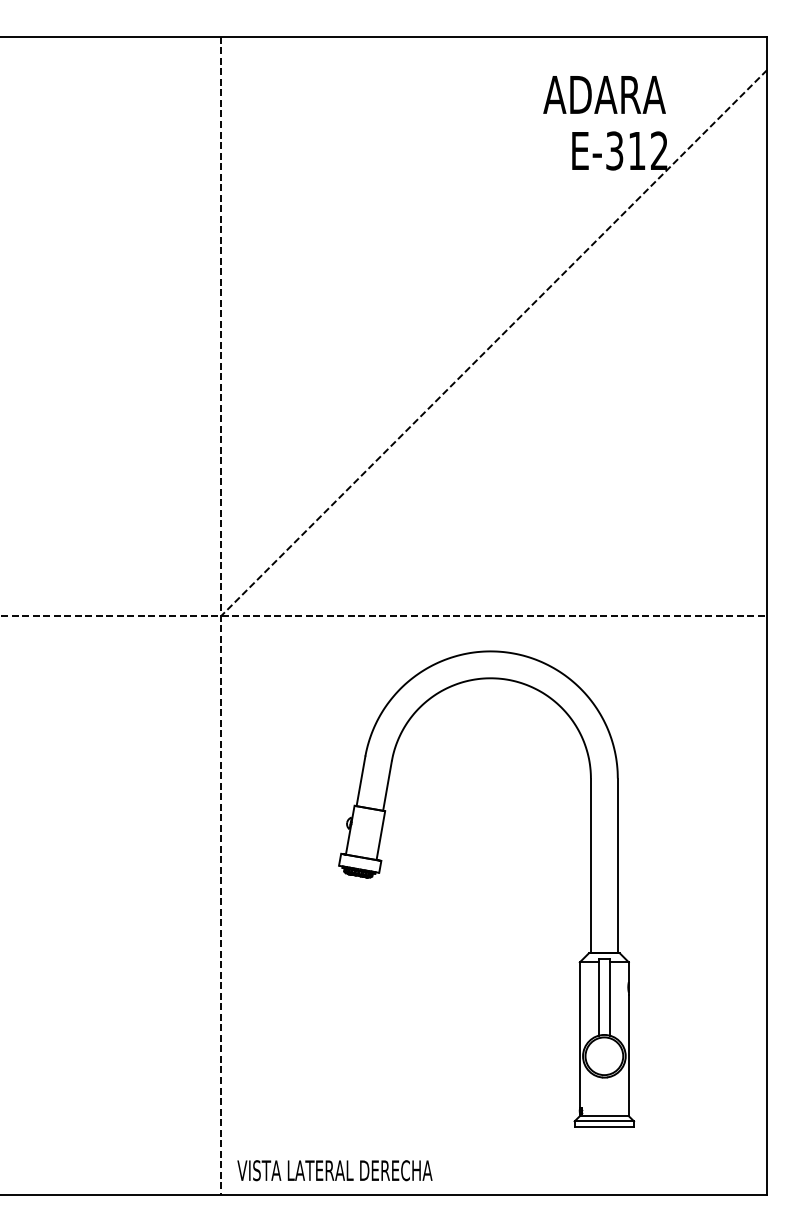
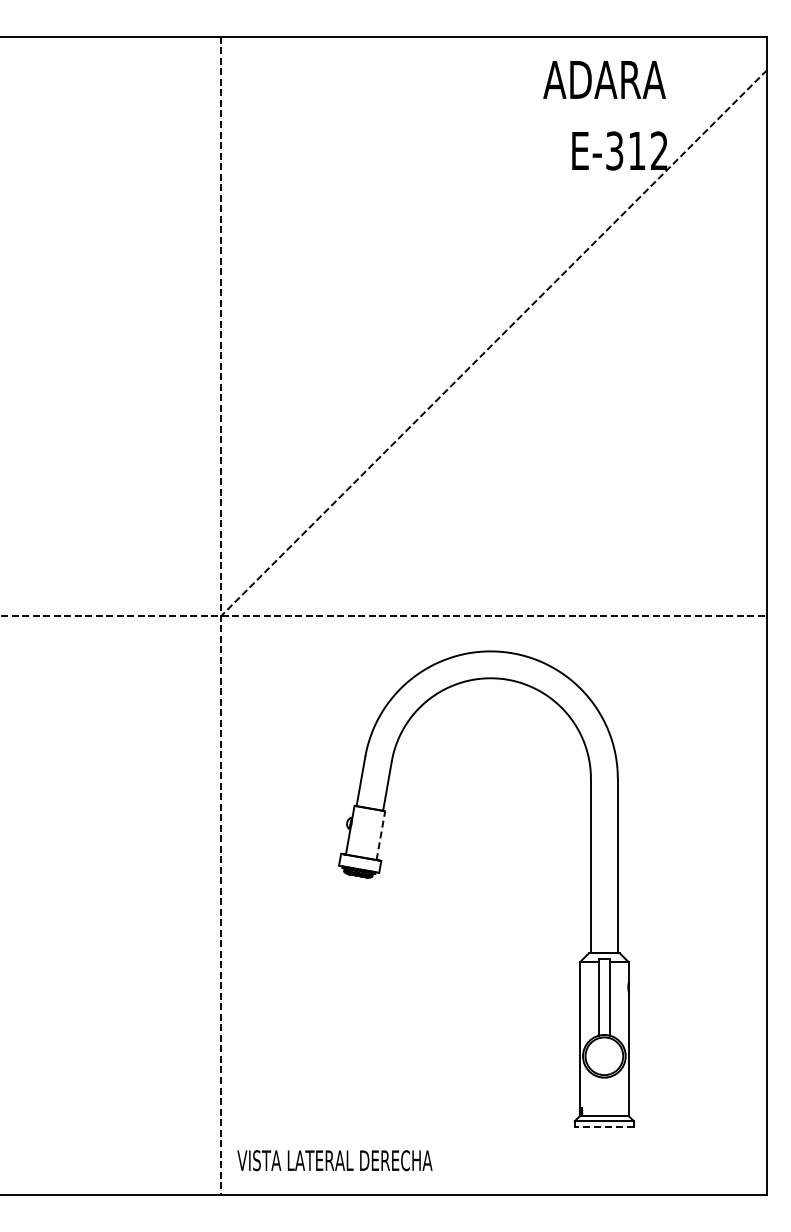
text at (604, 94) position: (604, 94) -> (604, 79)
line at (380, 835): solid -> dashed
line at (604, 1126): solid -> dashed
text at (334, 1170) position: (334, 1170) -> (334, 1160)
